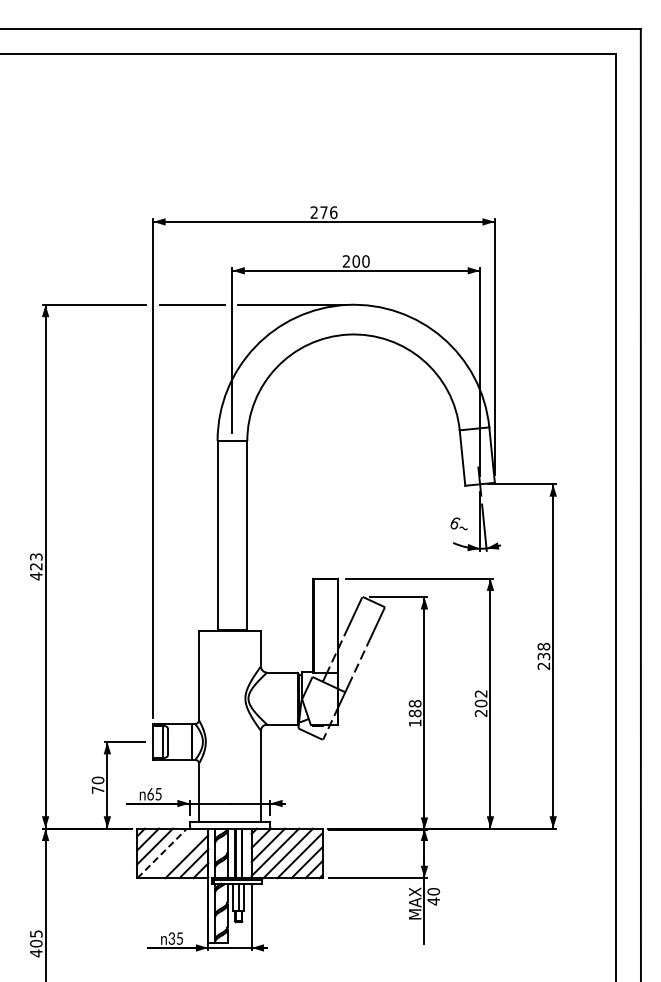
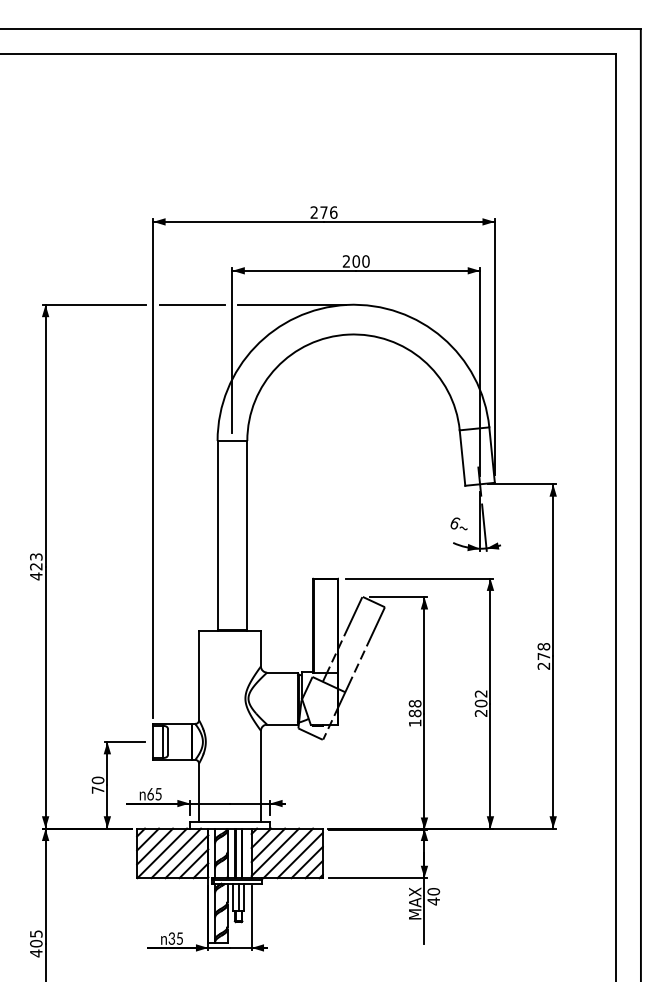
text at (543, 656): 238 -> 278
line at (162, 853): dashed -> solid
line at (176, 853): none -> present
